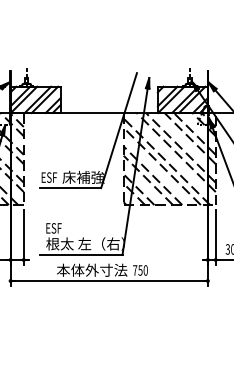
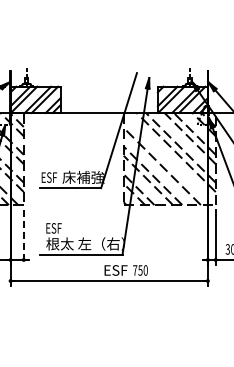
line at (166, 161): present -> none
line at (23, 238): solid -> dashed
text at (92, 269): 本体外寸法 -> ESF
